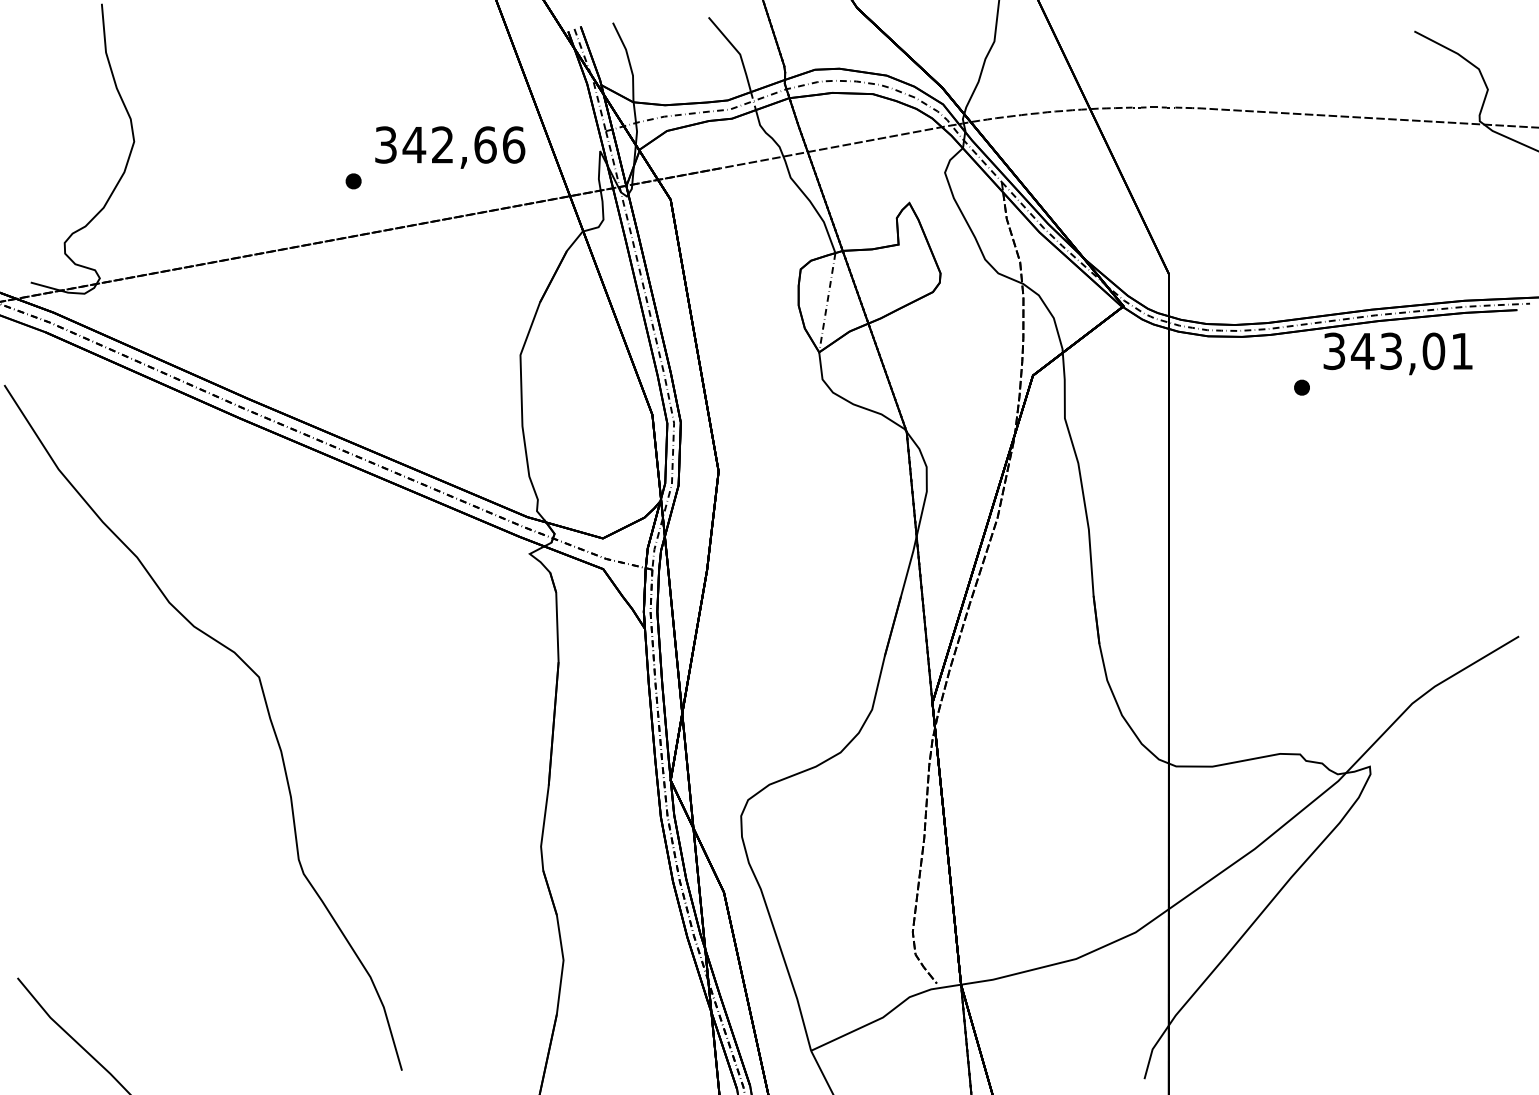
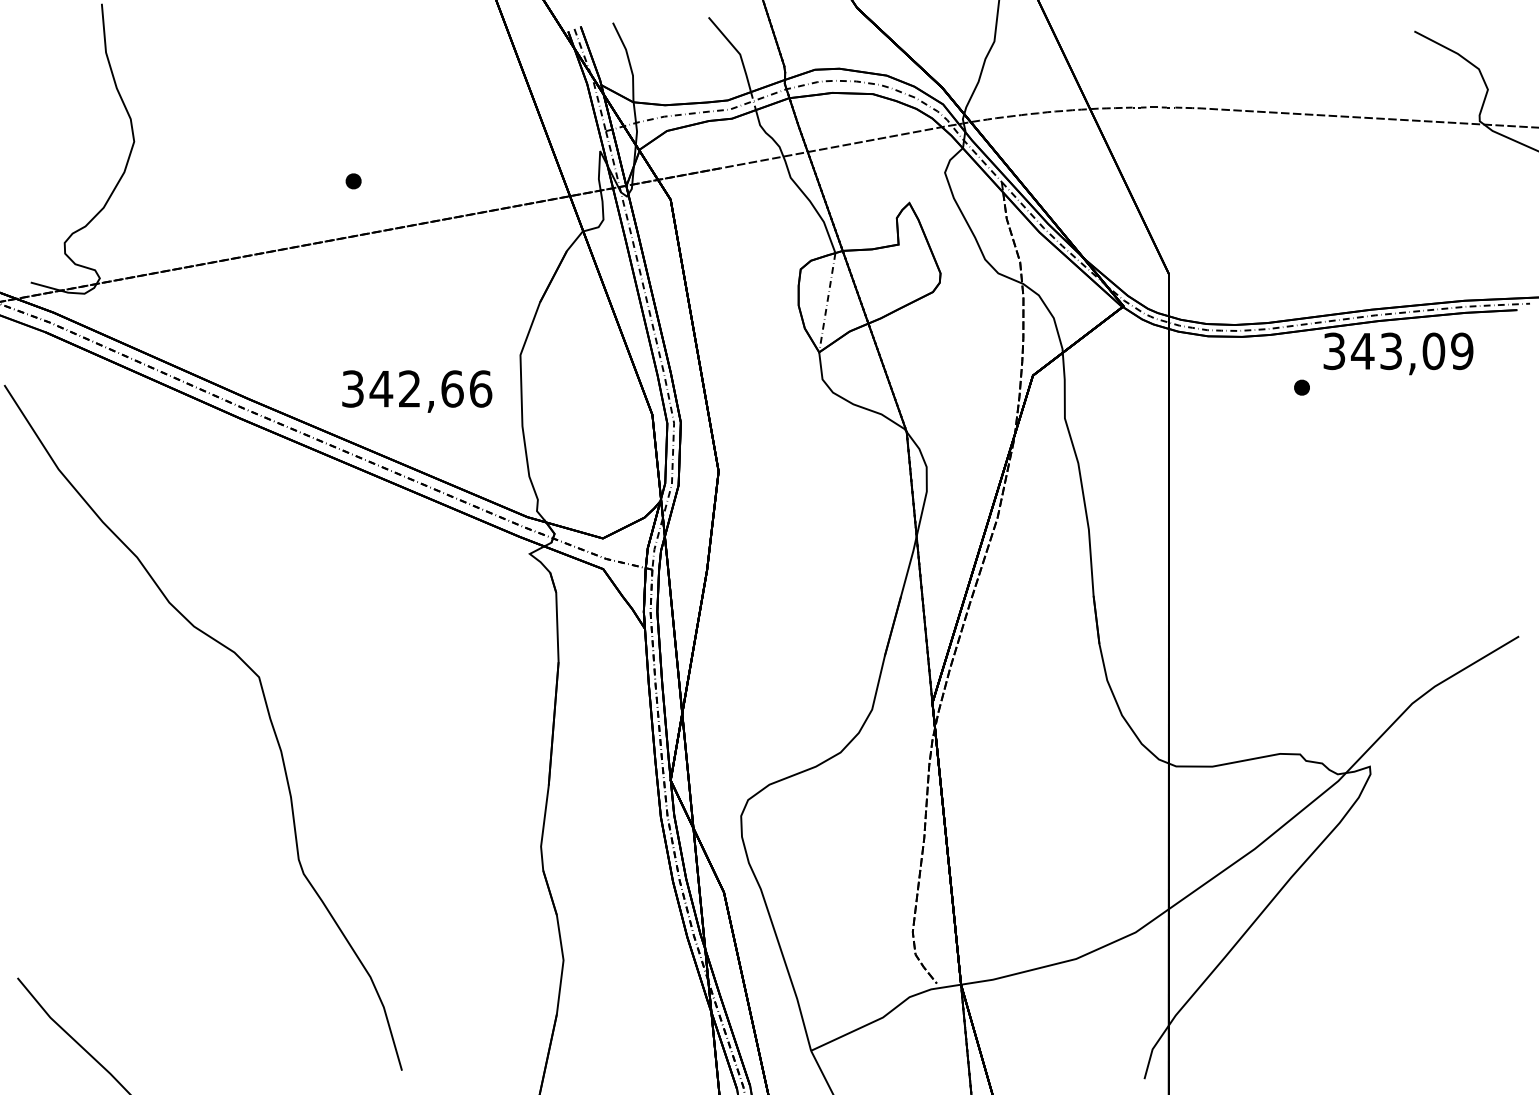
text at (450, 147) position: (450, 147) -> (417, 391)
text at (1462, 351): 343,01 -> 343,09
